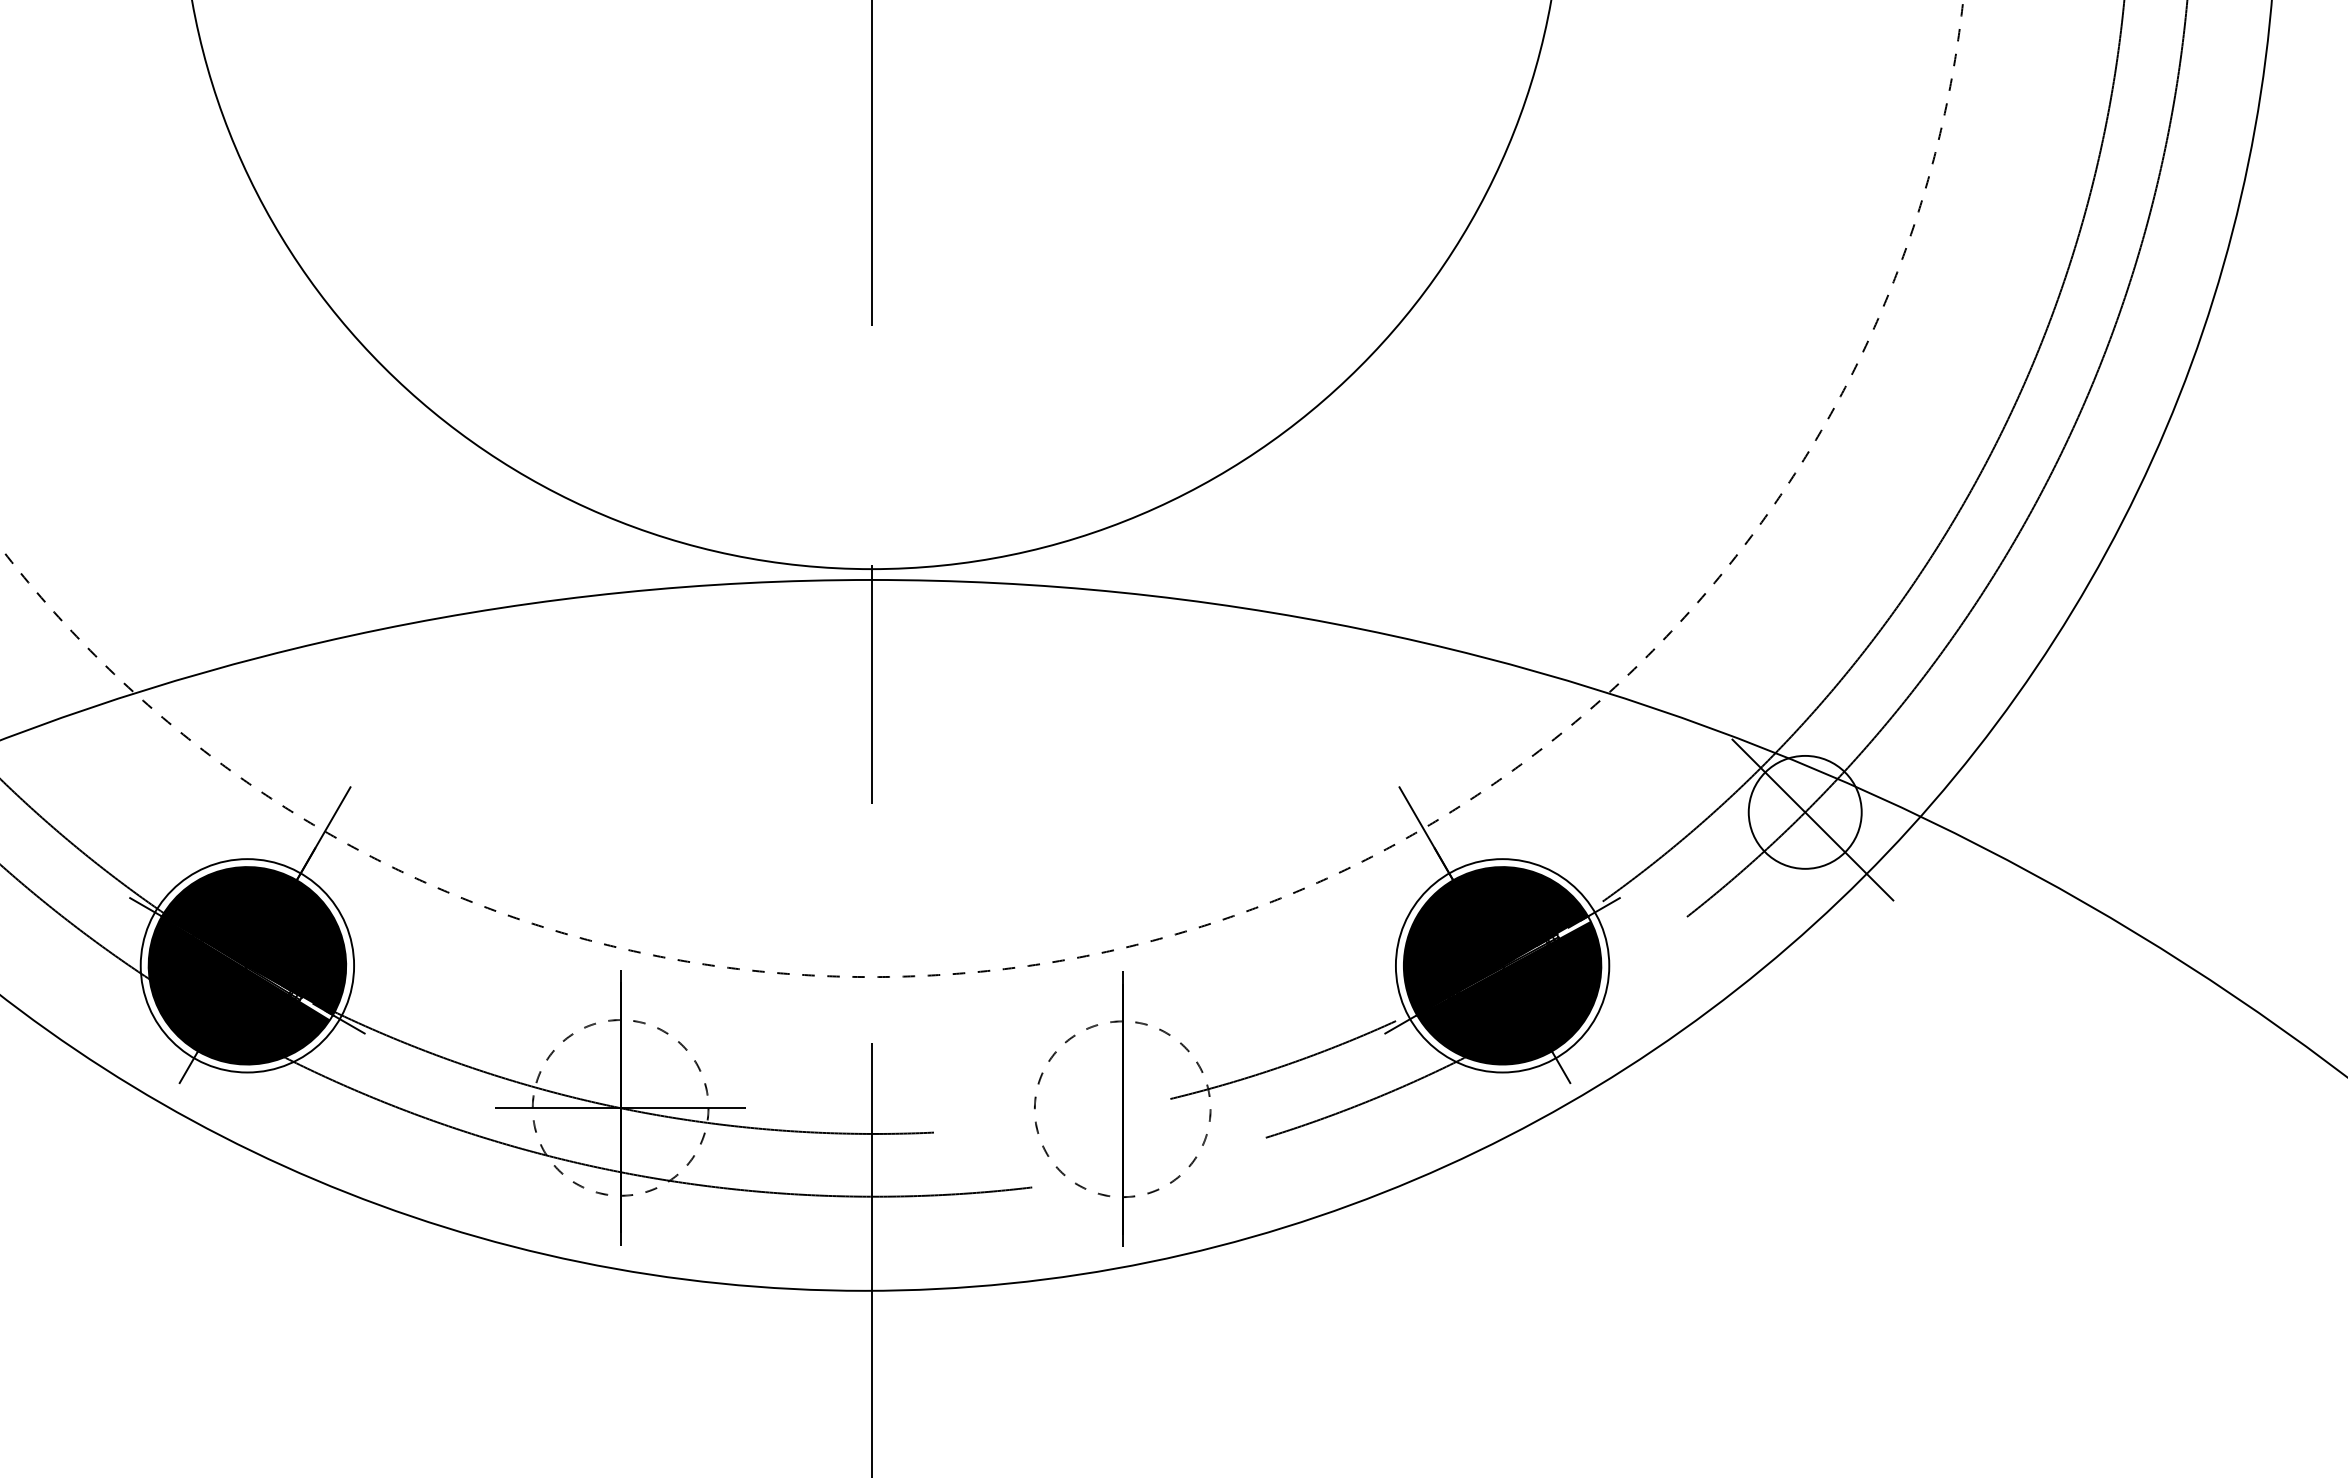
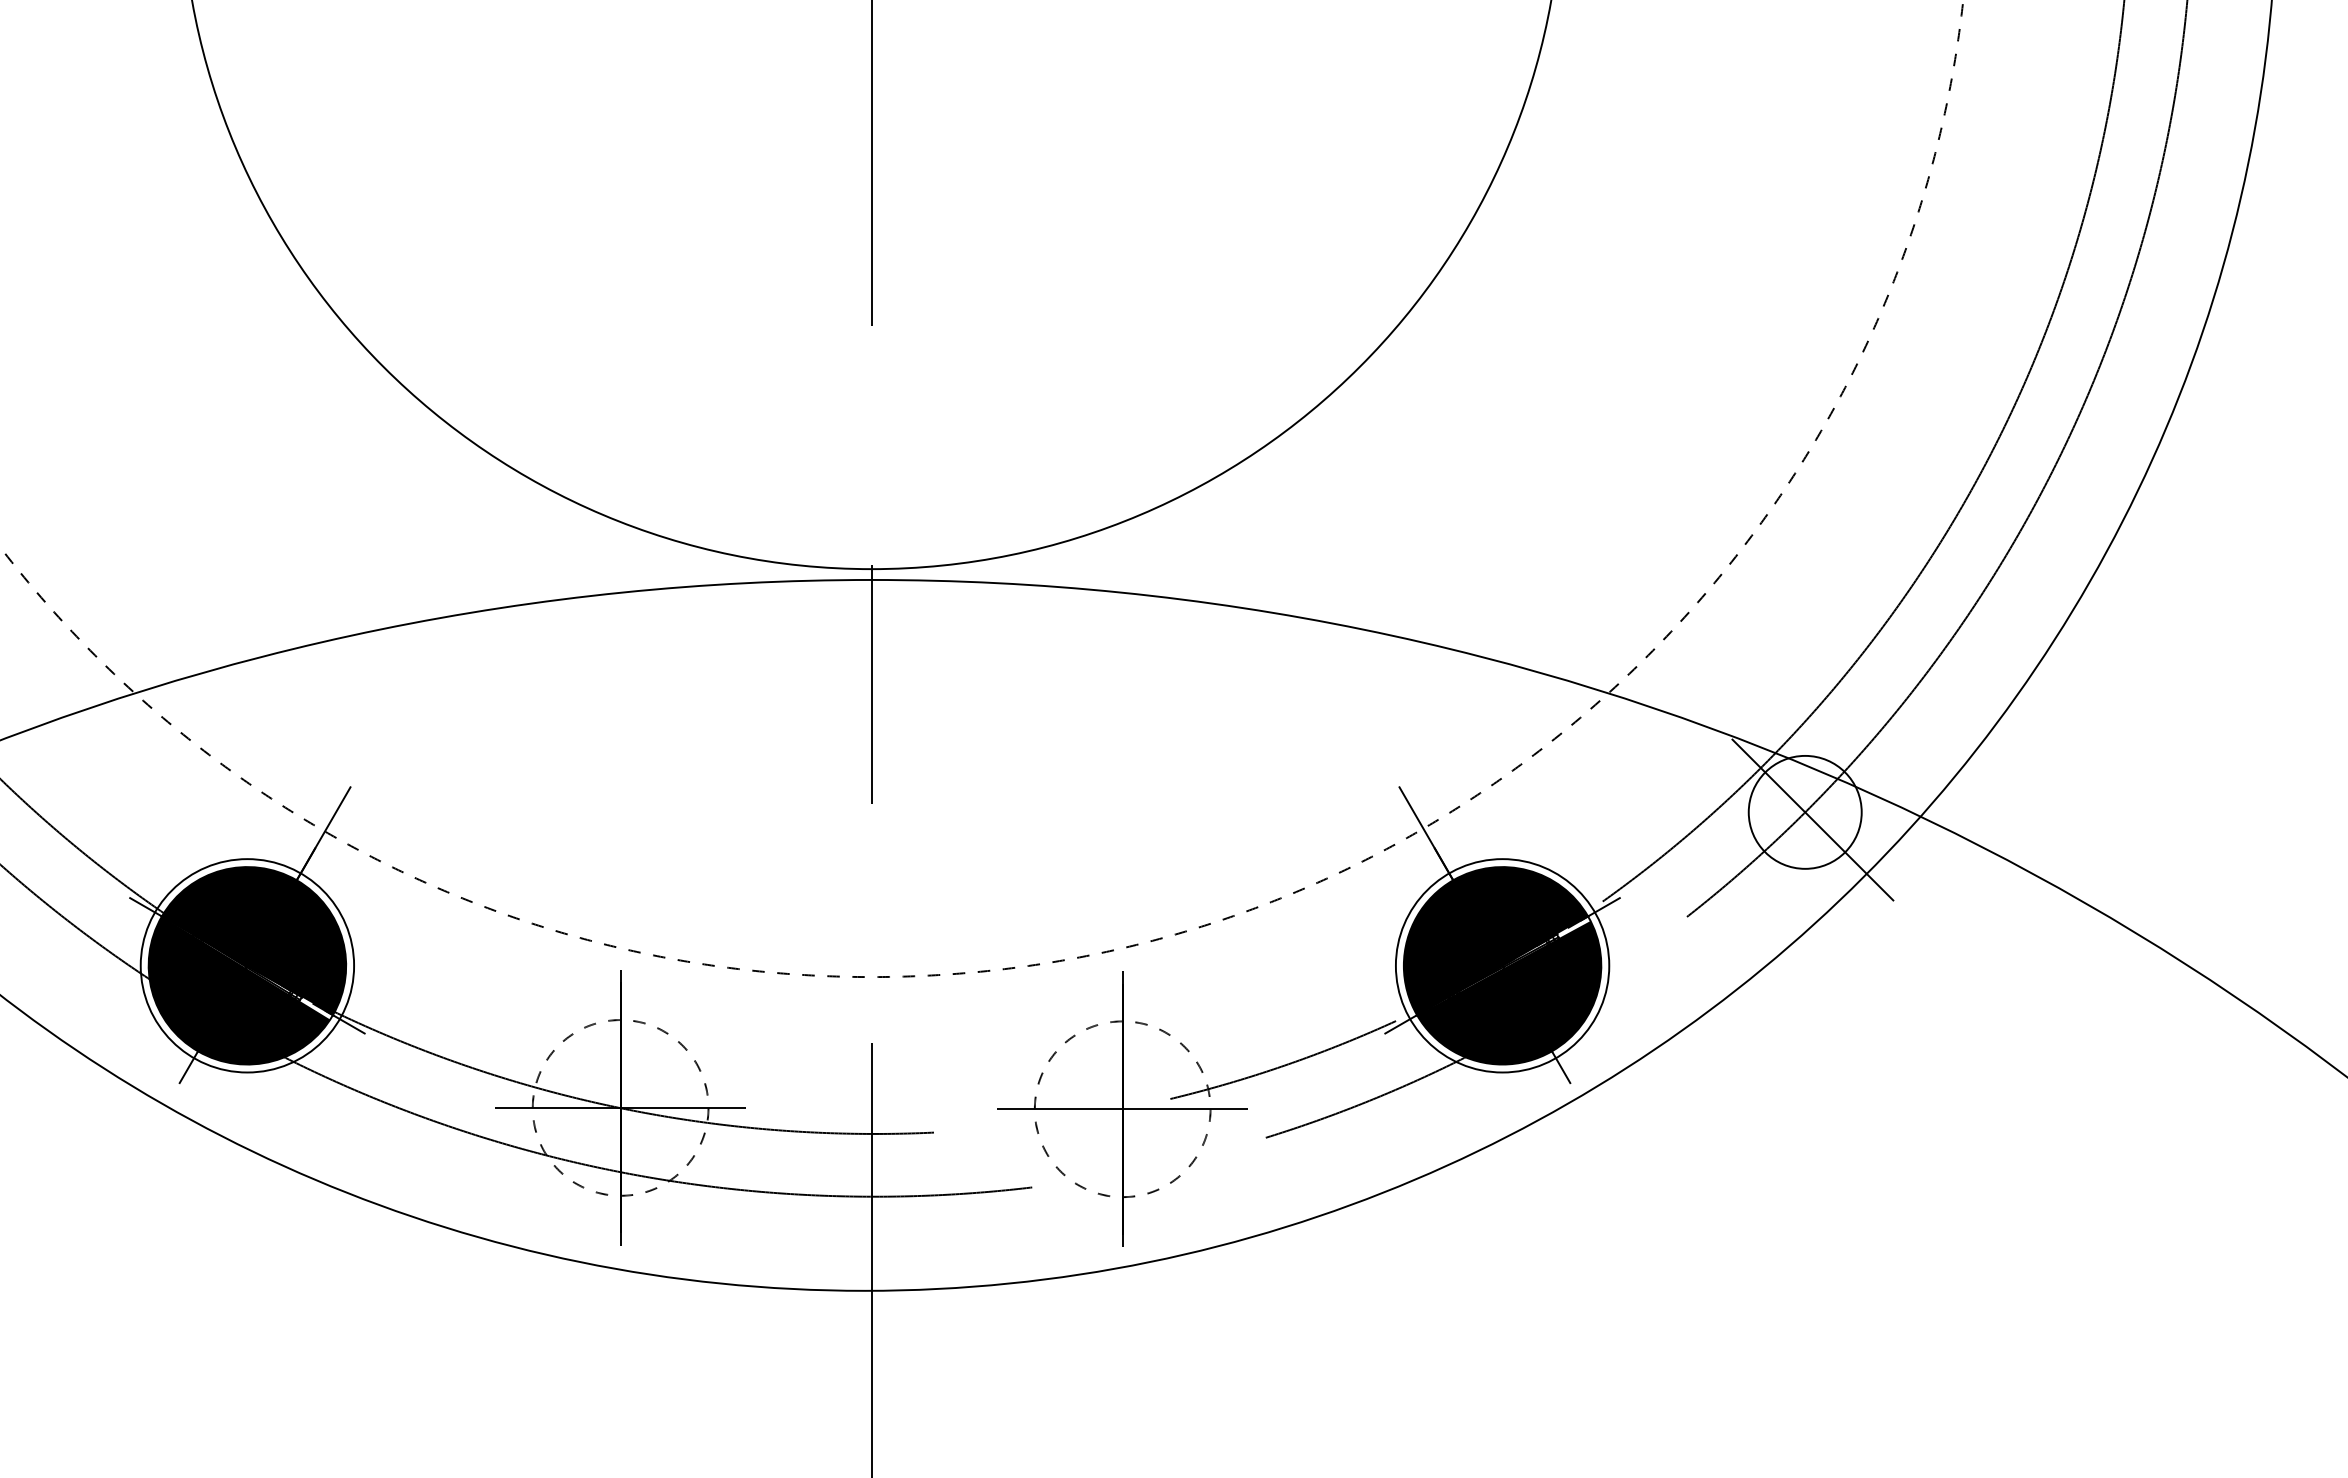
line at (1122, 1109): none -> present
